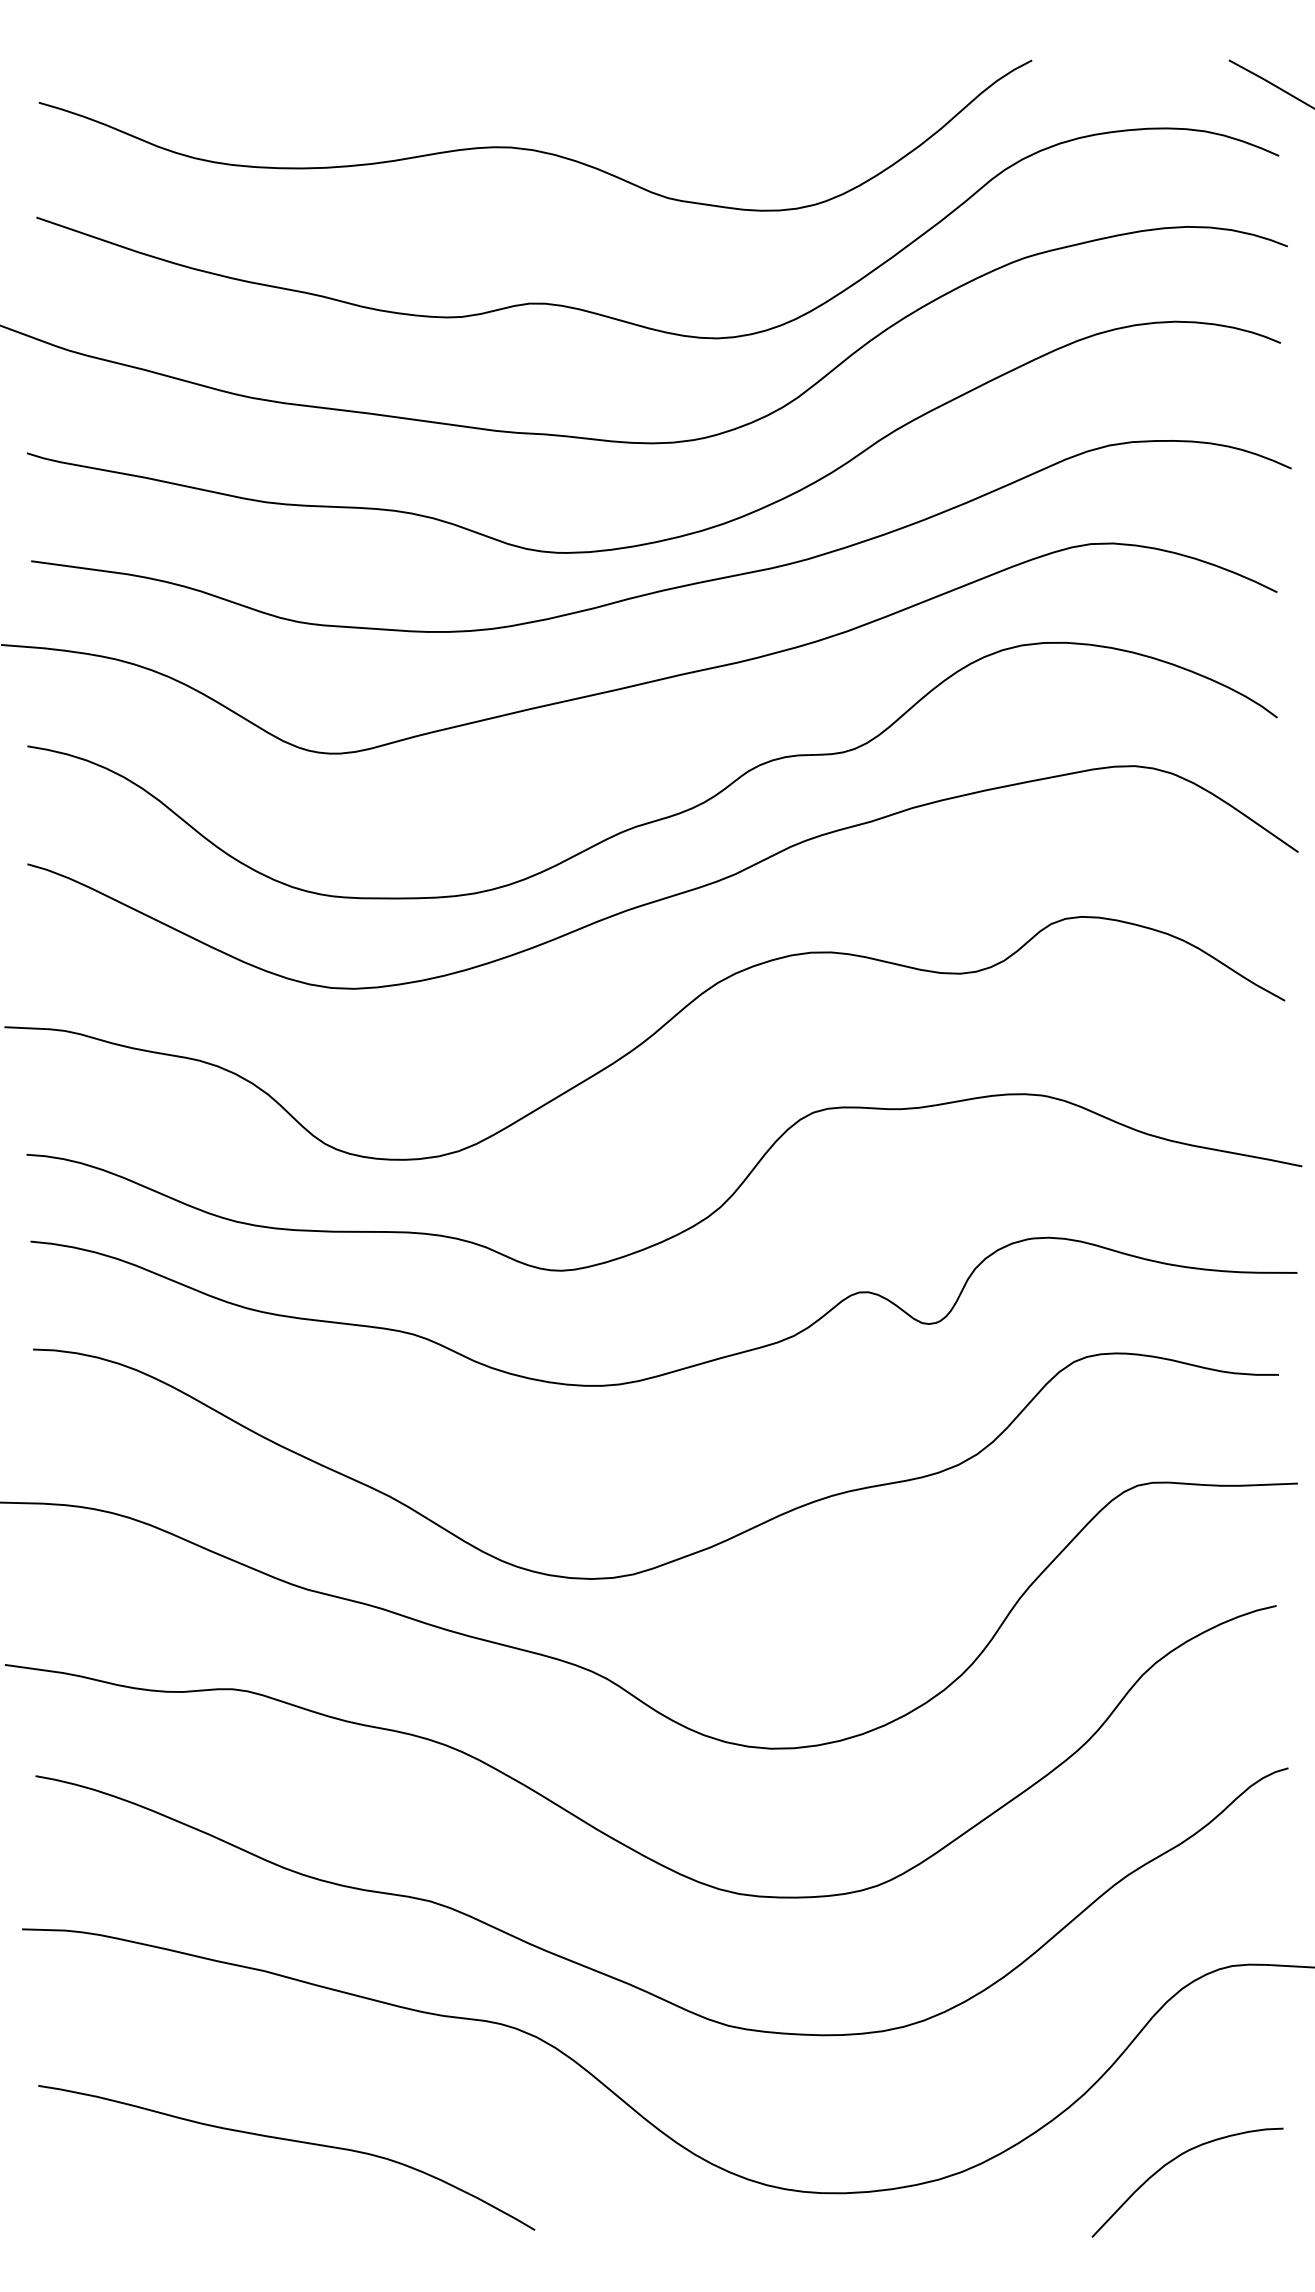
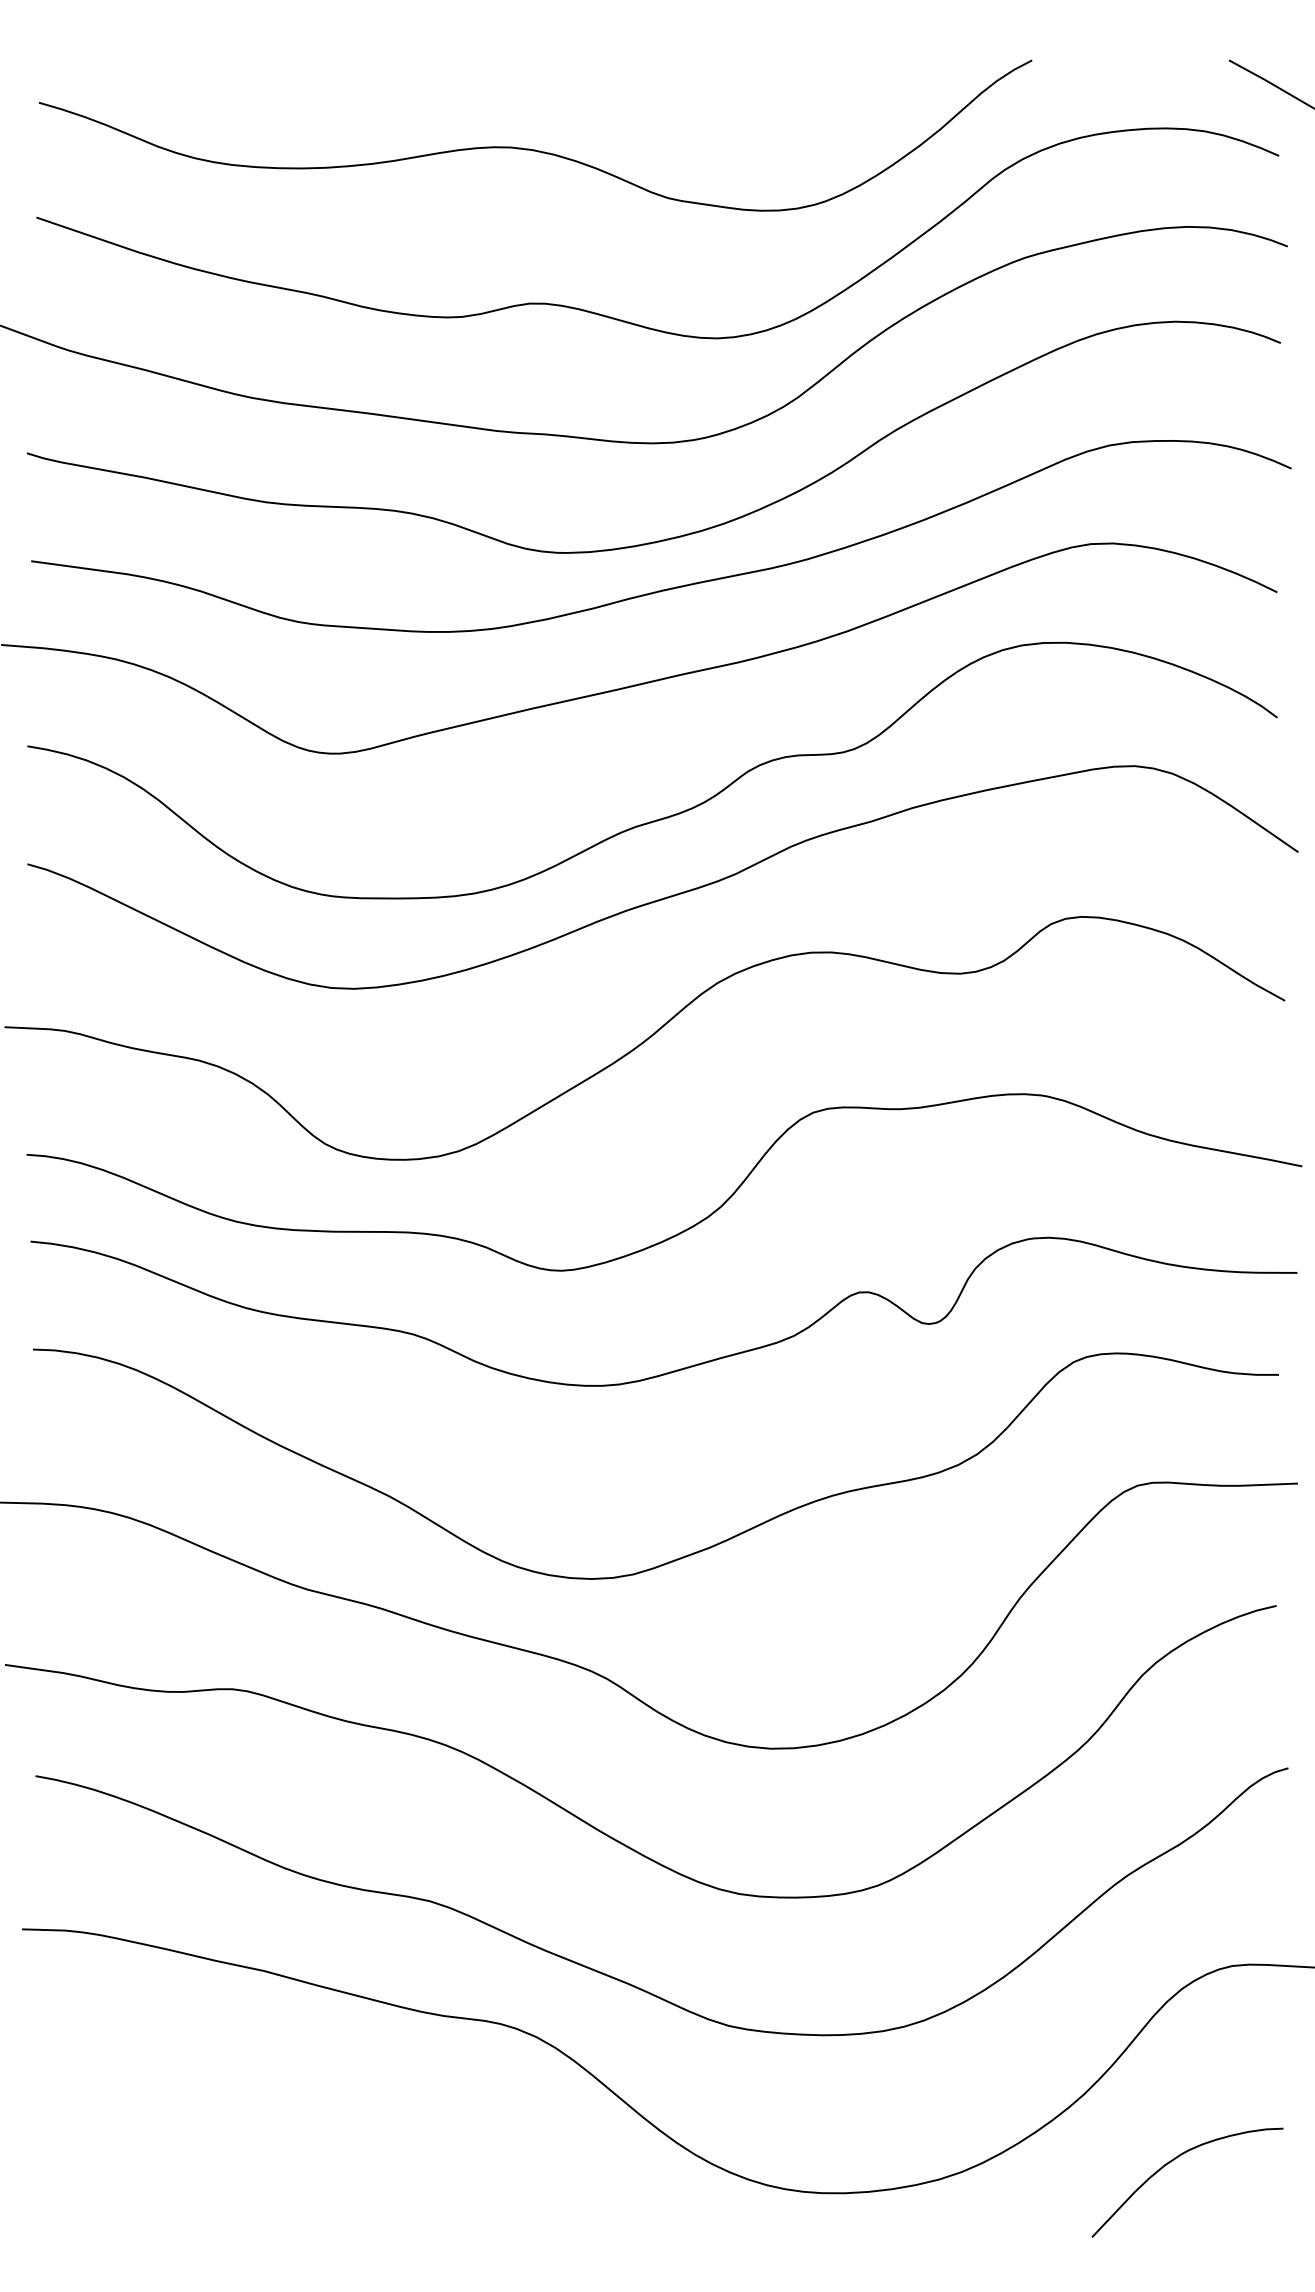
curve at (290, 2141): present -> none
